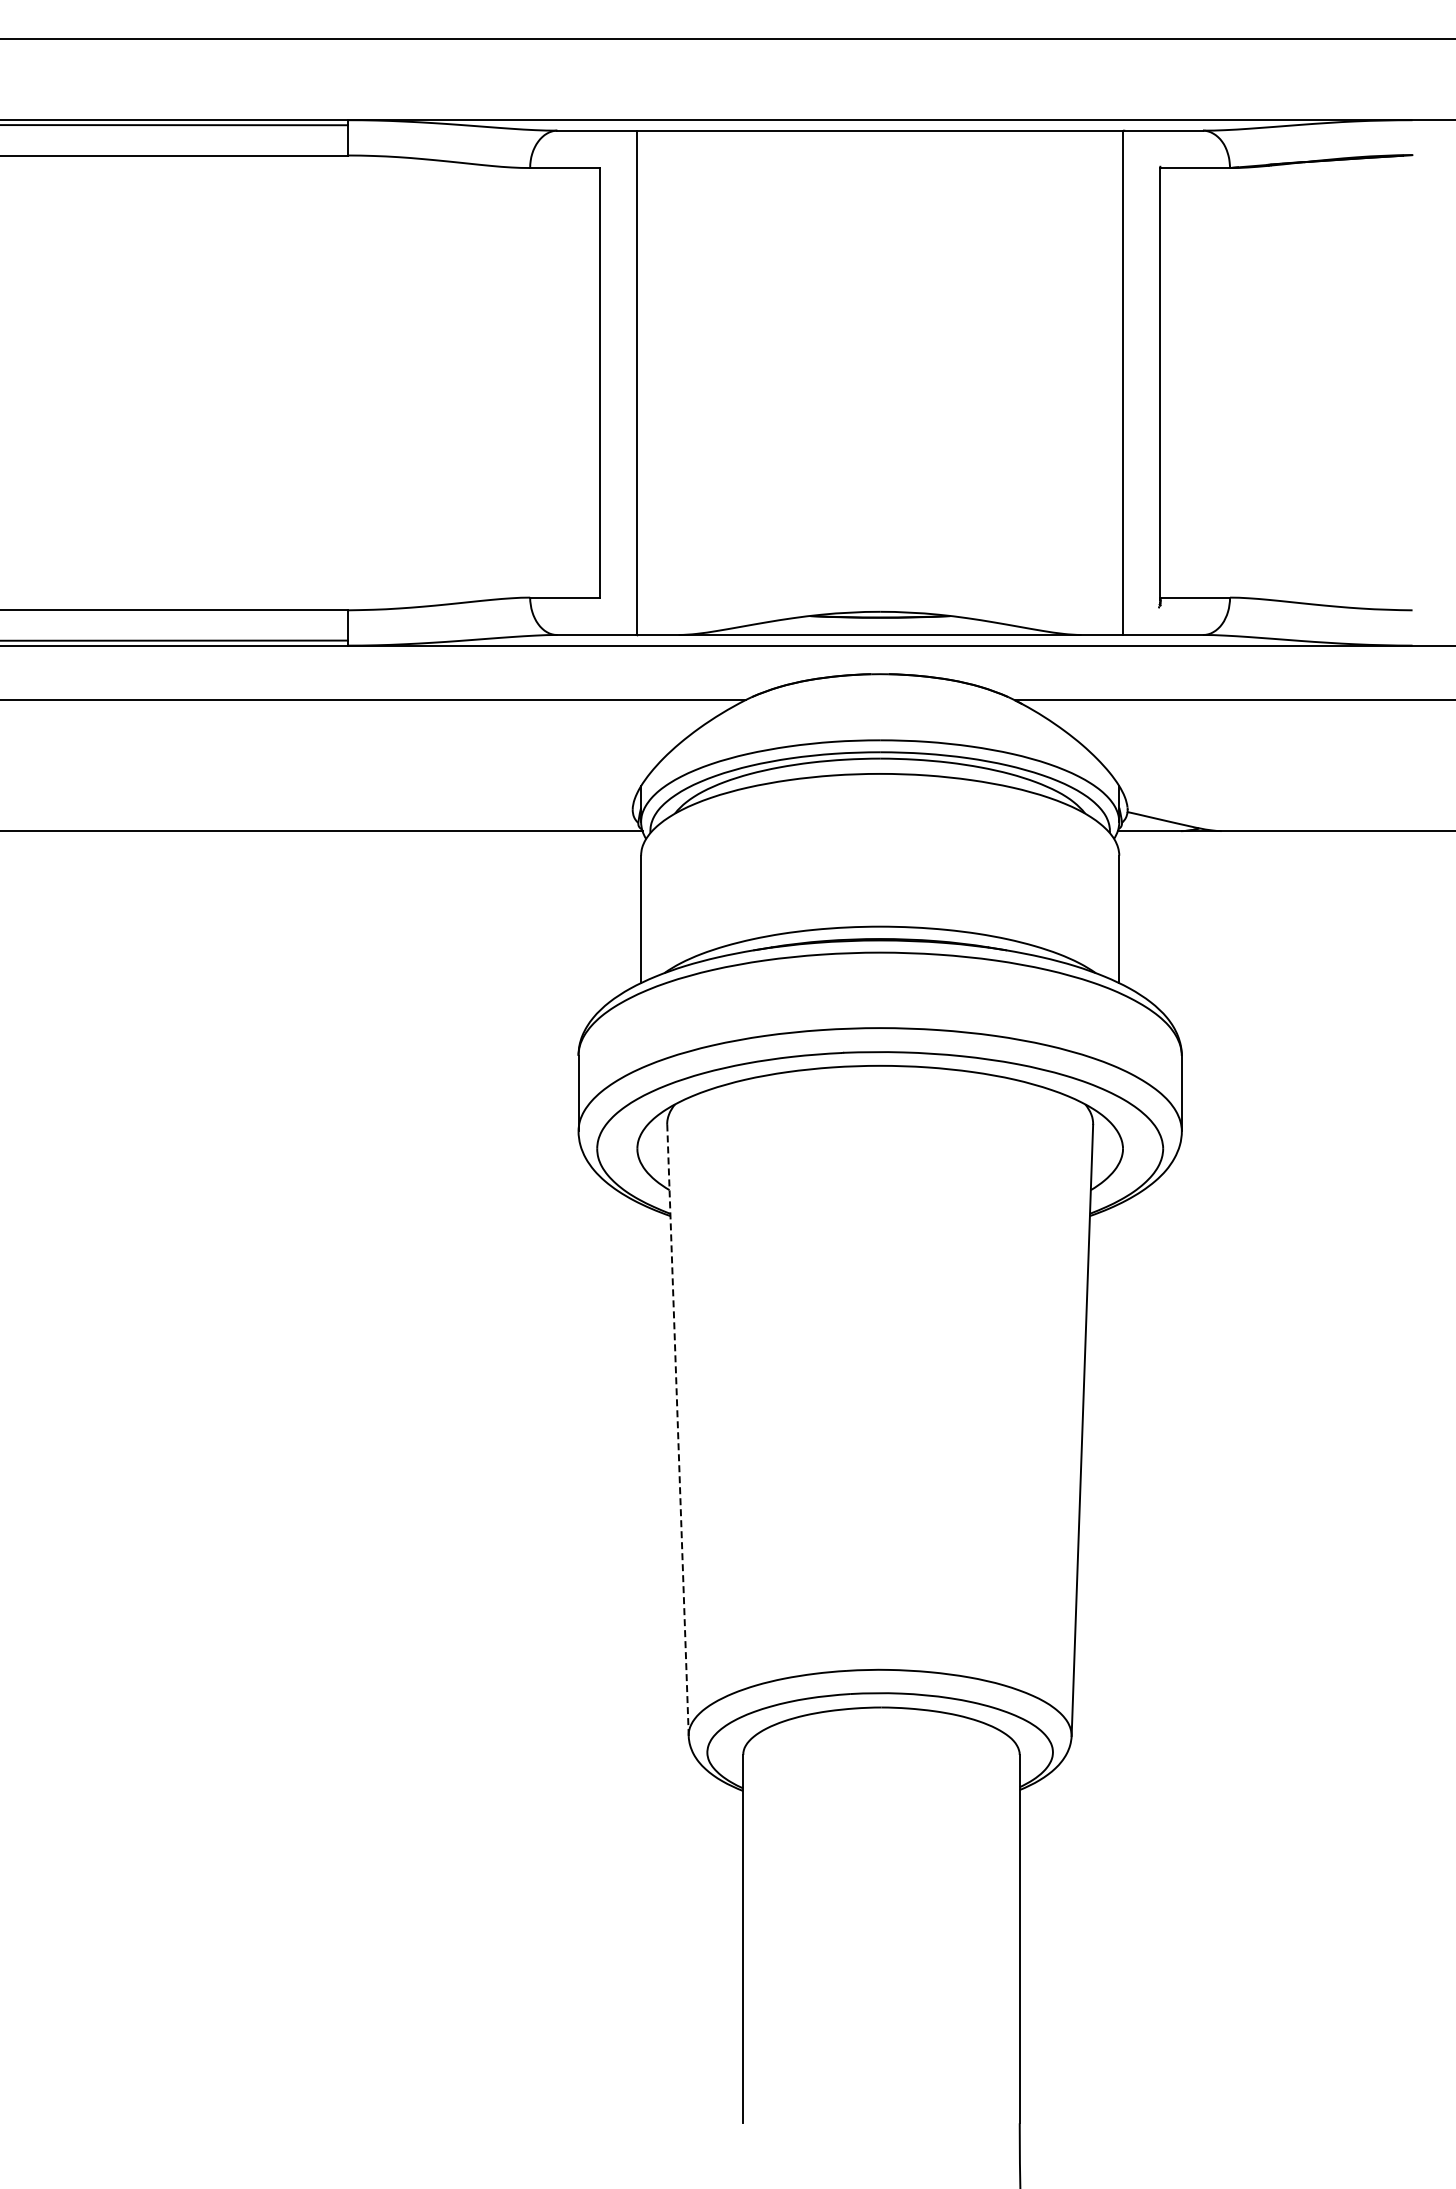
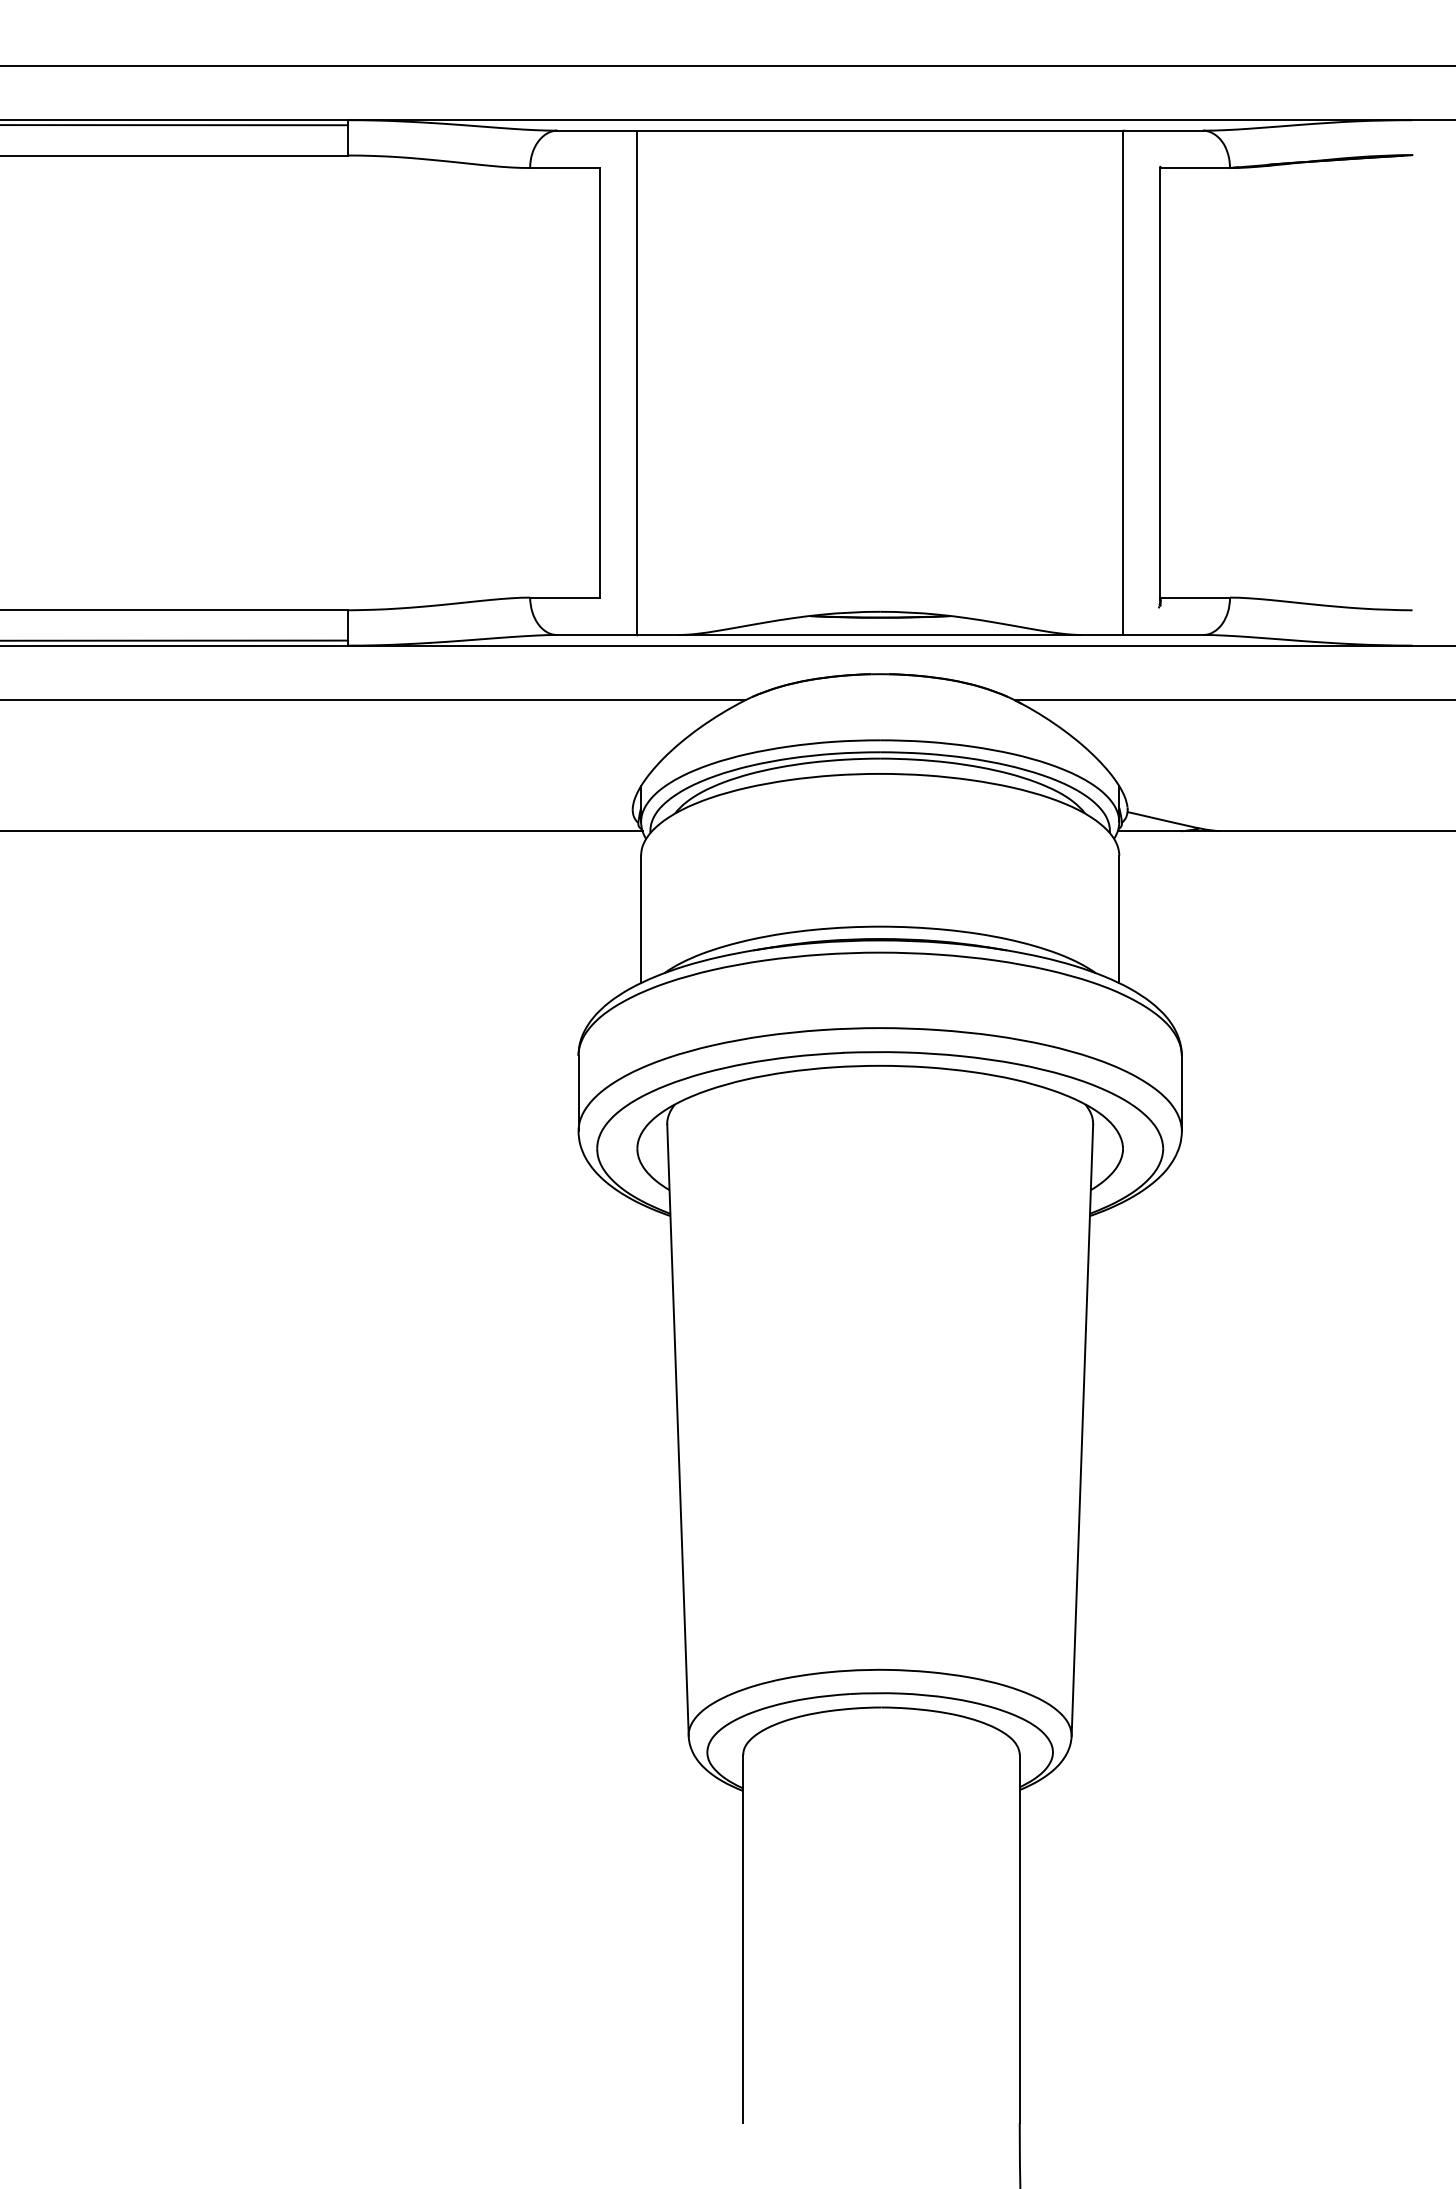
line at (727, 38) position: (727, 38) -> (727, 65)
line at (678, 1430): dashed -> solid
